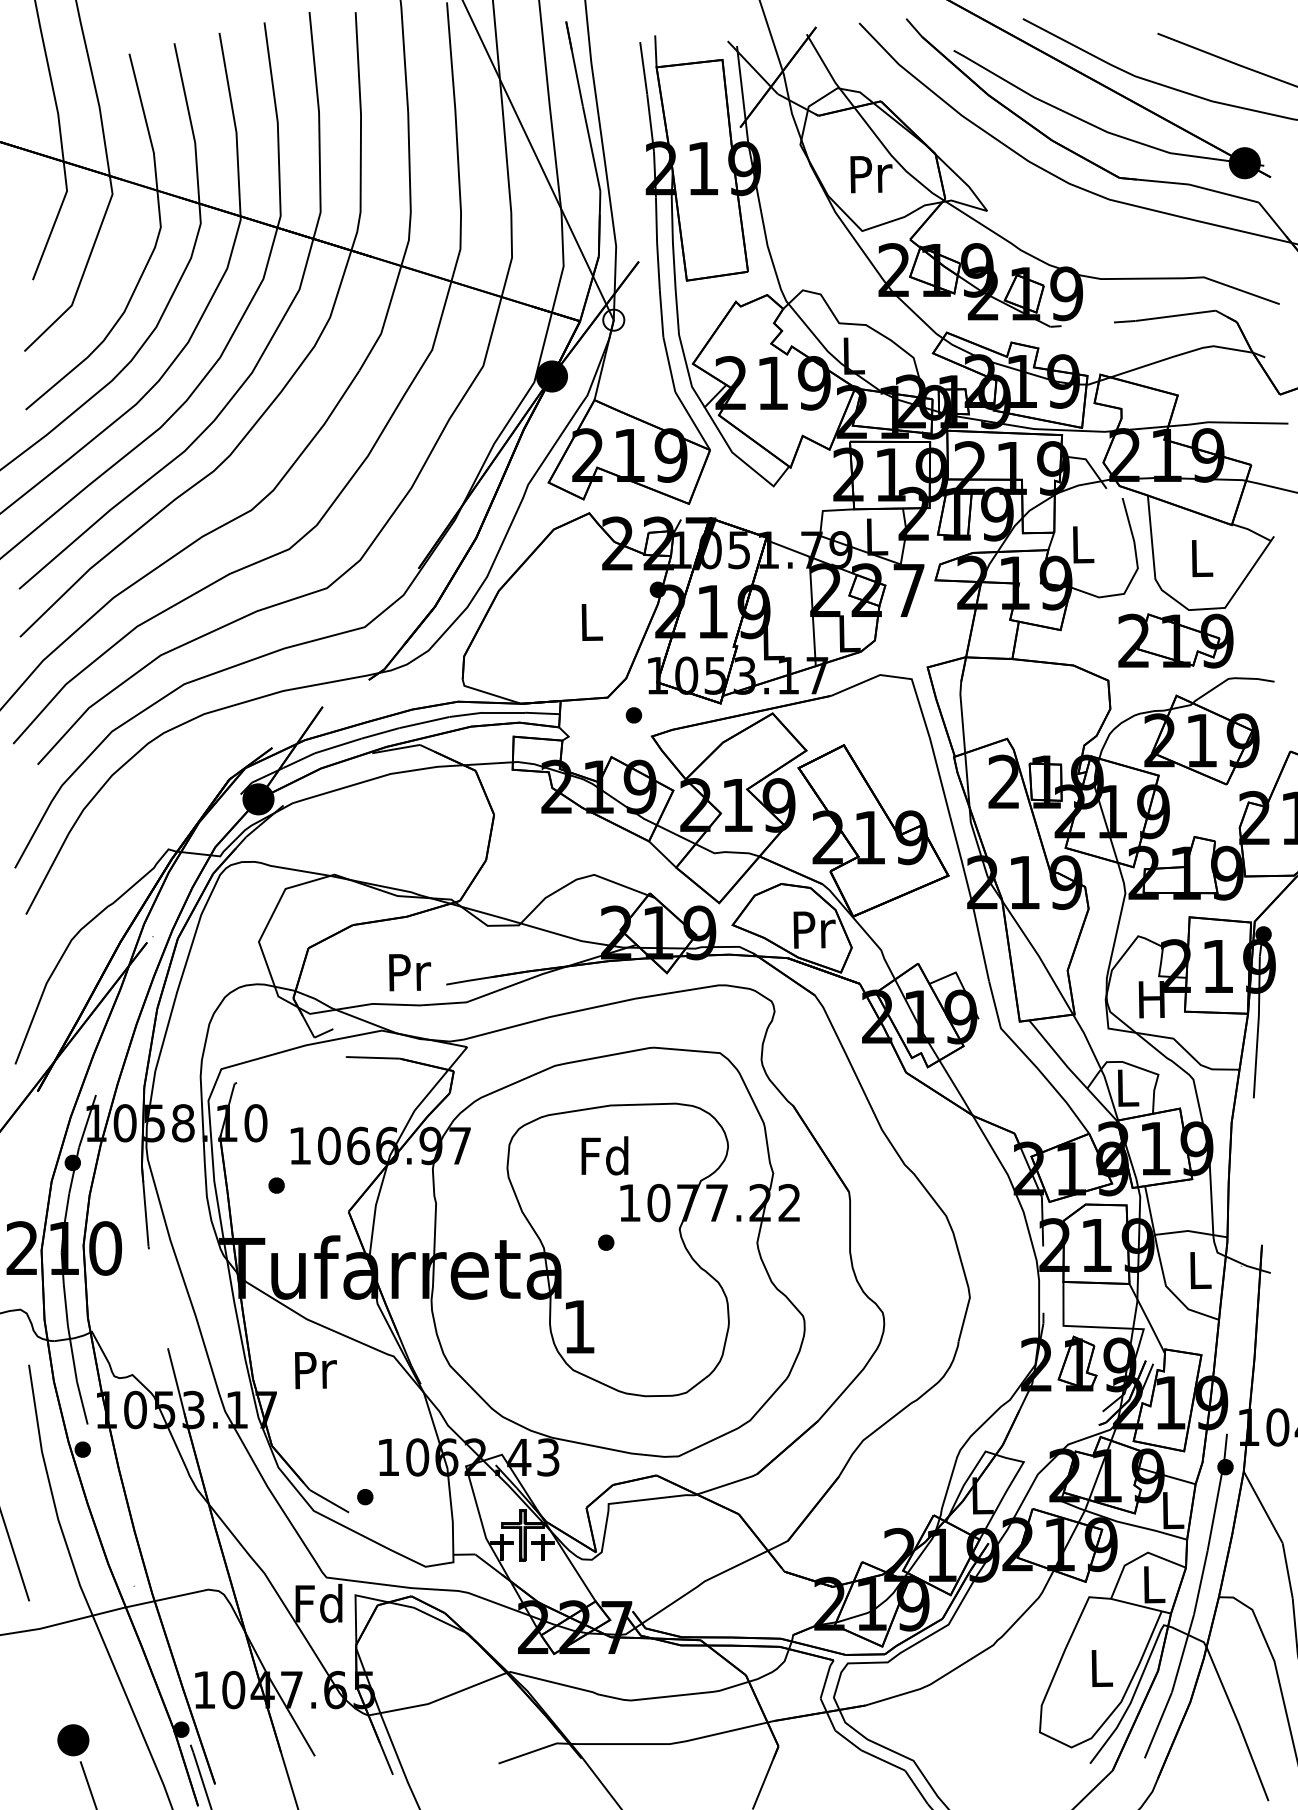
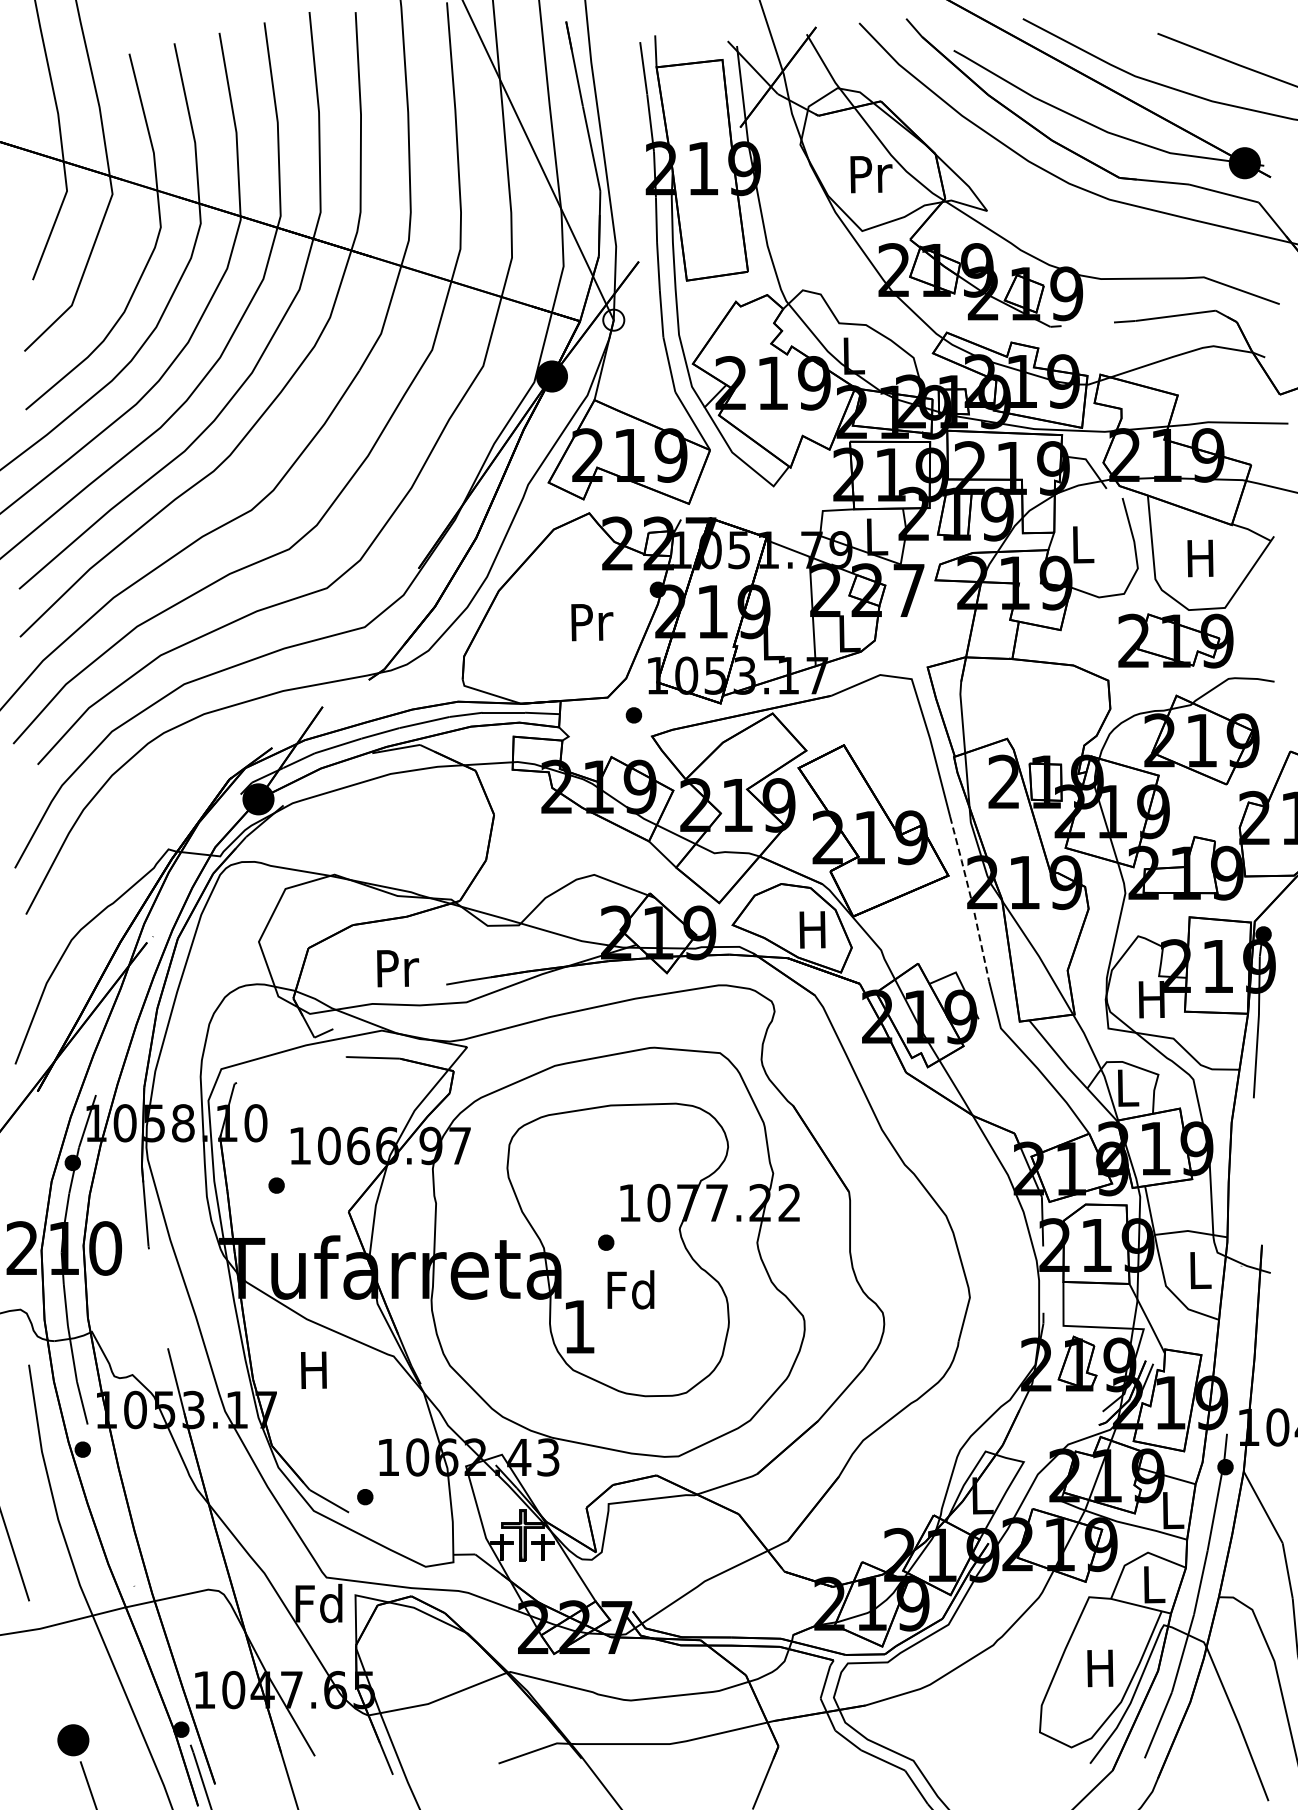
text at (1200, 558): L -> H
text at (592, 622): L -> Pr
line at (971, 899): solid -> dashed
text at (814, 929): Pr -> H
text at (410, 972) position: (410, 972) -> (398, 968)
text at (604, 1155) position: (604, 1155) -> (630, 1289)
text at (315, 1370): Pr -> H
text at (1100, 1668): L -> H
